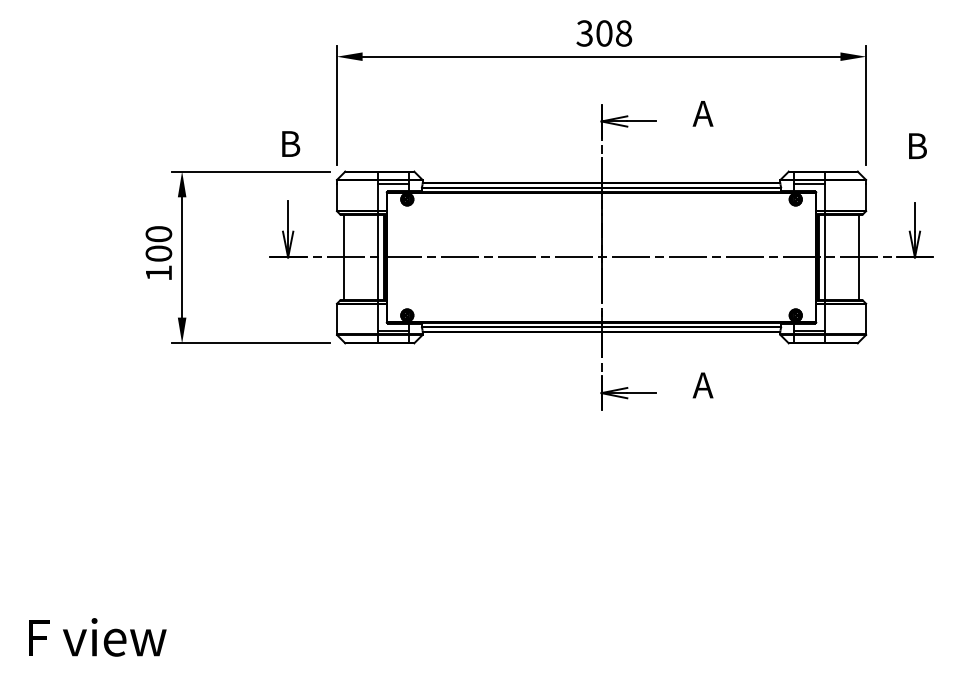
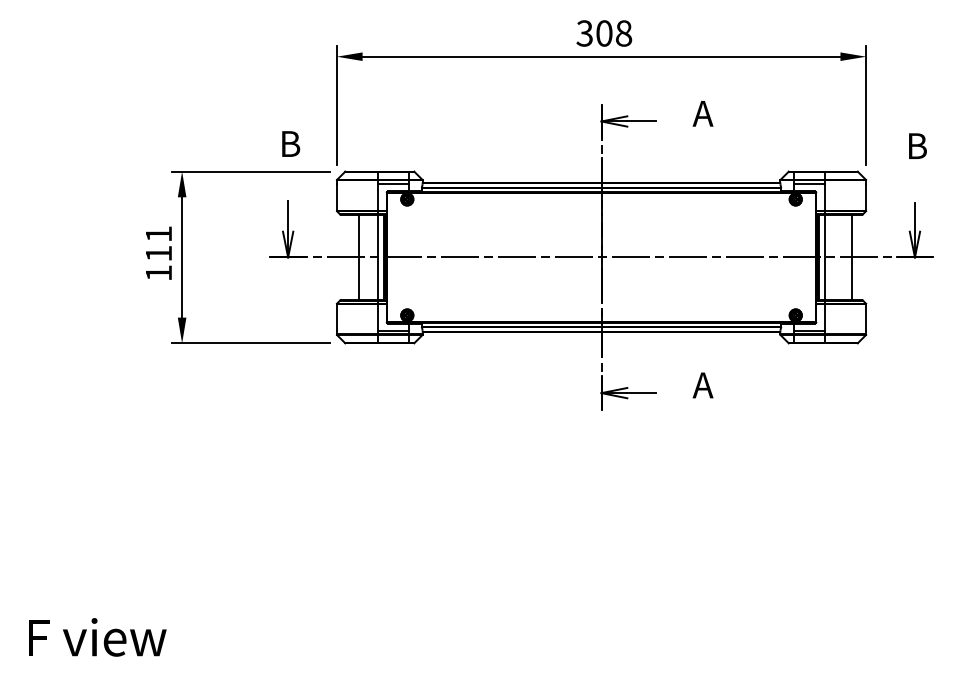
text at (158, 243): 100 -> 111
line at (343, 257) position: (343, 257) -> (358, 257)
line at (859, 257) position: (859, 257) -> (852, 257)
